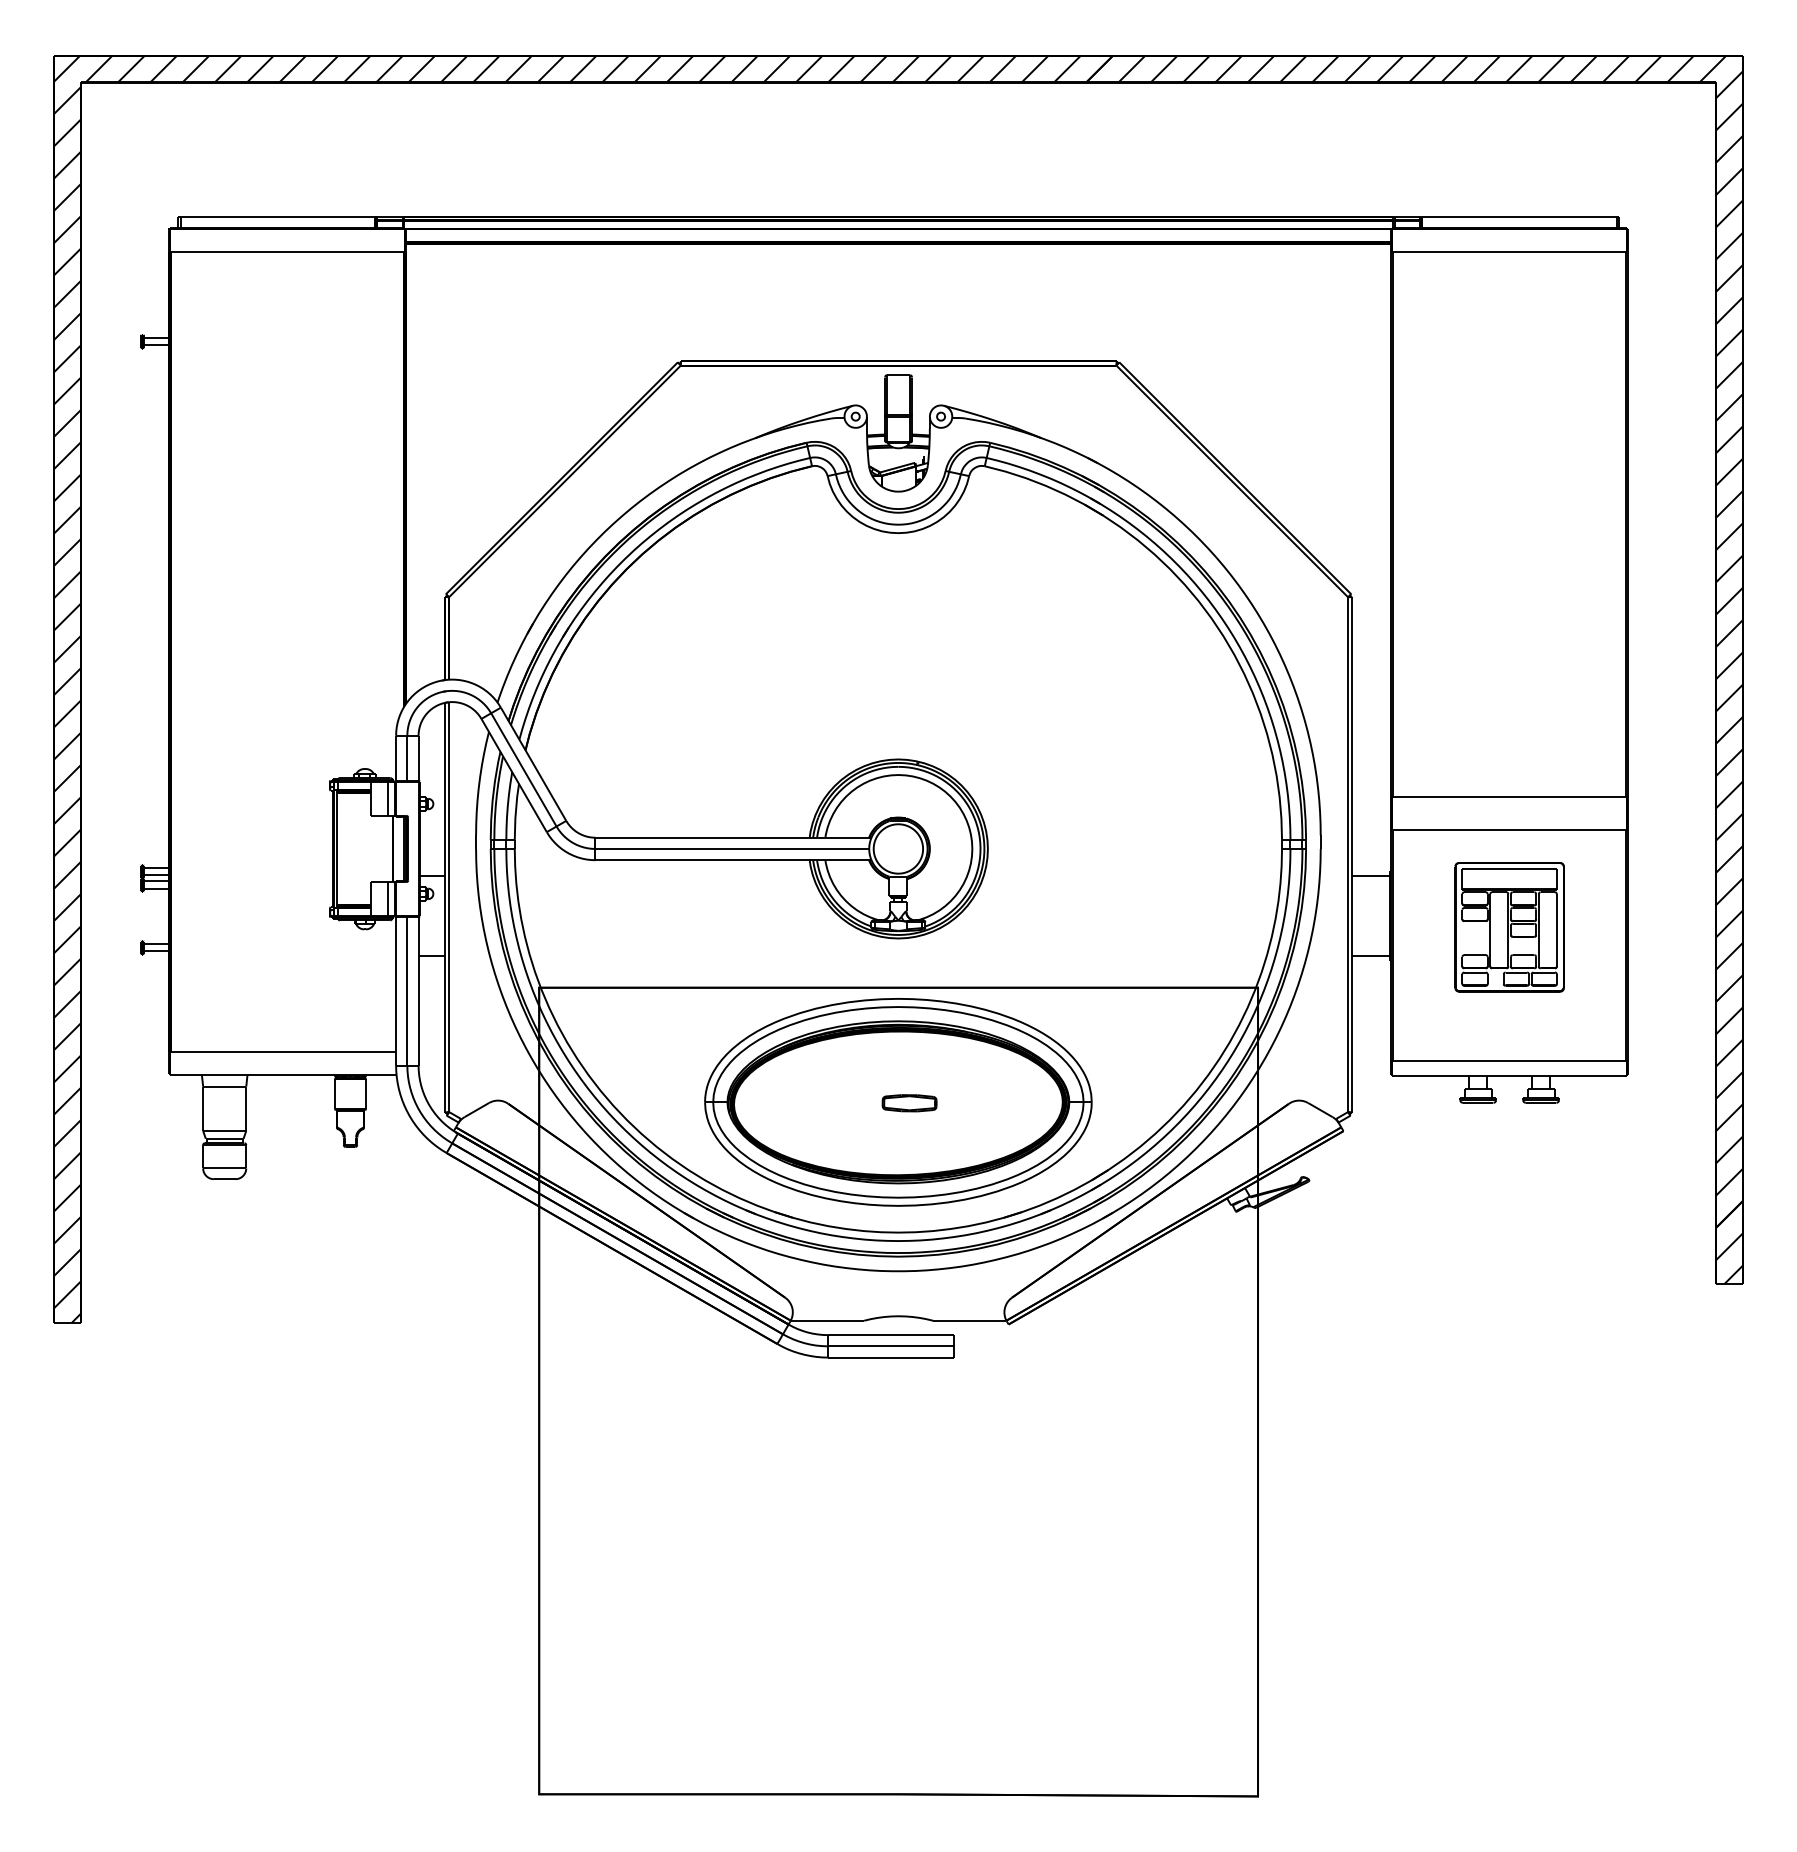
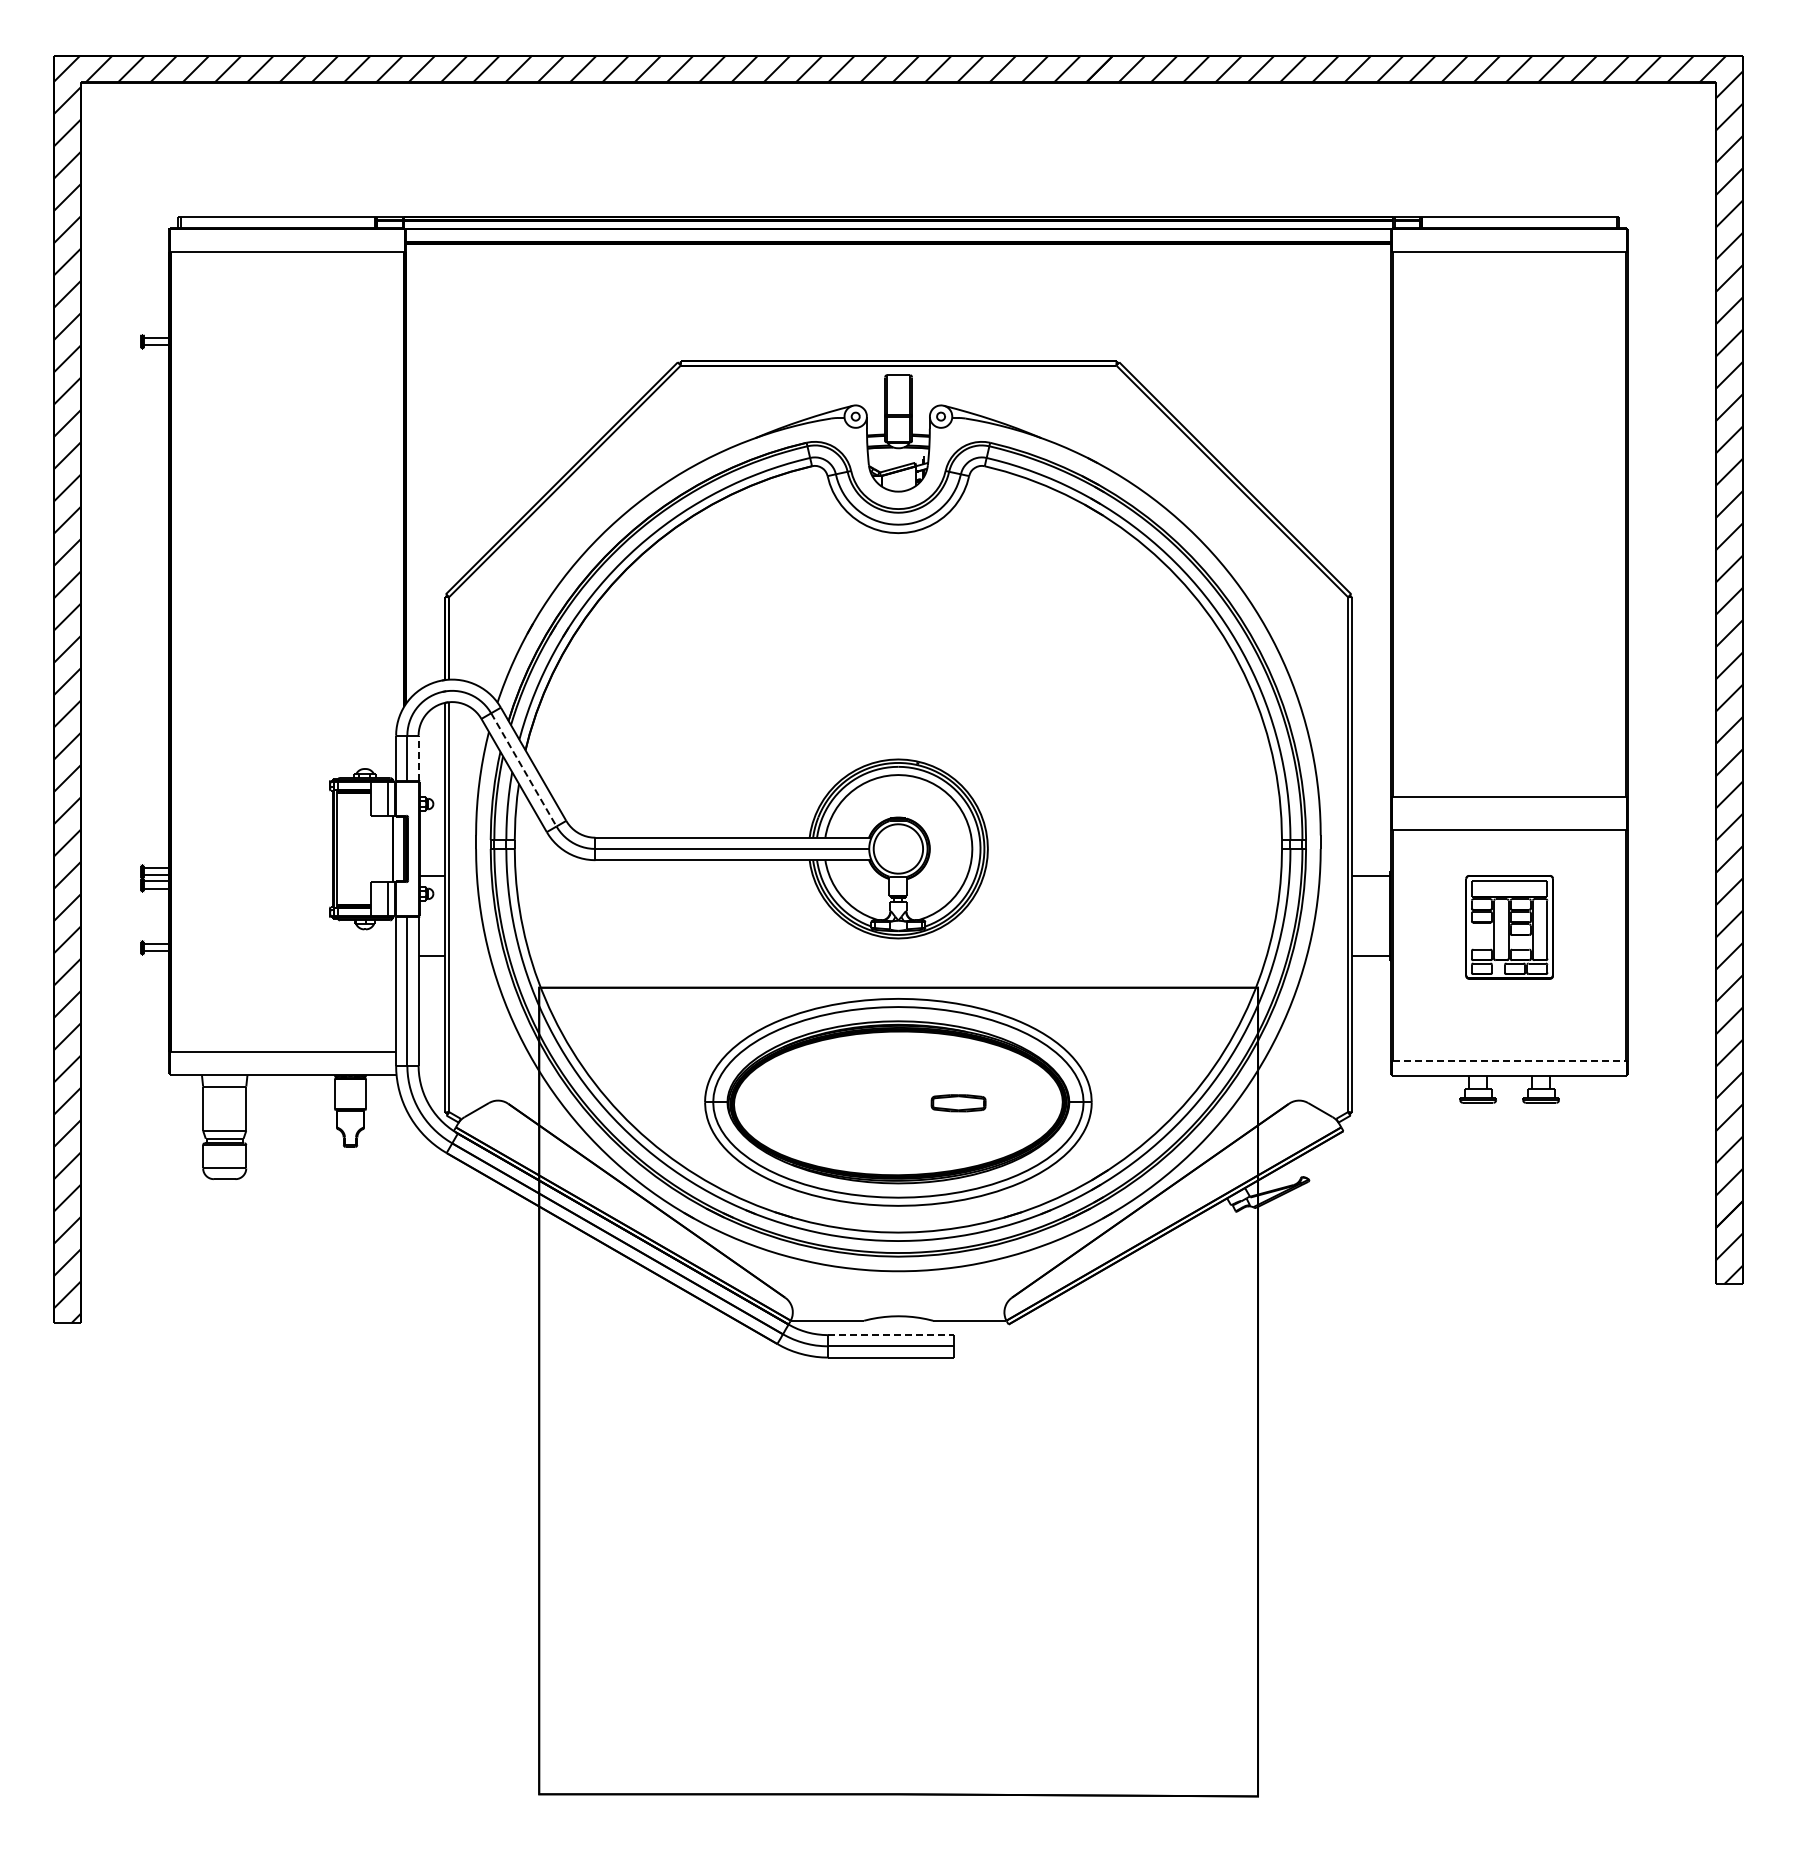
line at (418, 757): solid -> dashed
line at (524, 770): solid -> dashed
part at (1509, 927) size: 111x131 px -> 89x105 px
line at (1509, 1061): solid -> dashed
part at (909, 1103) position: (909, 1103) -> (958, 1103)
line at (890, 1335): solid -> dashed
